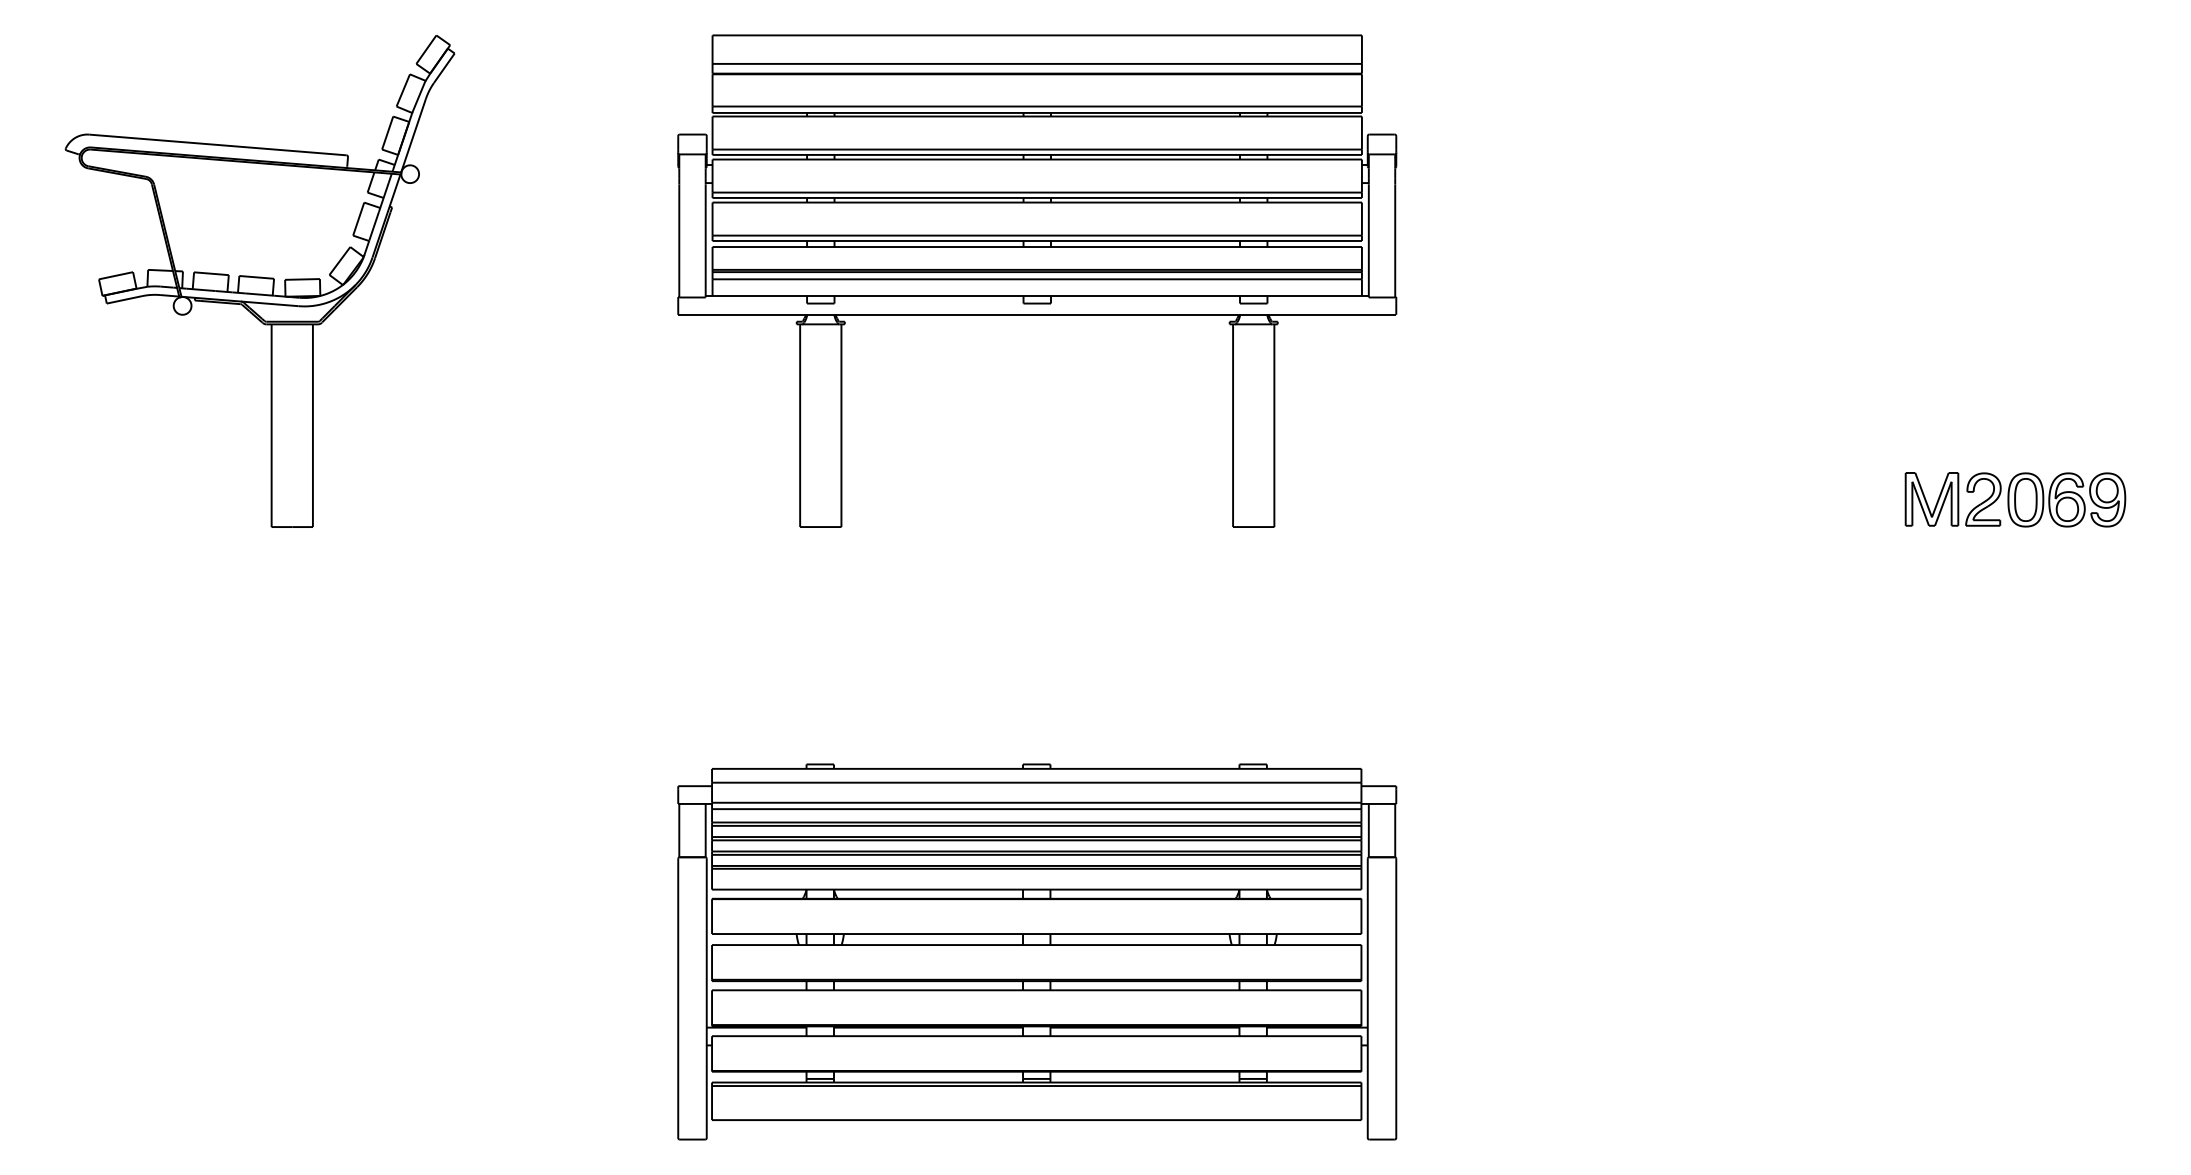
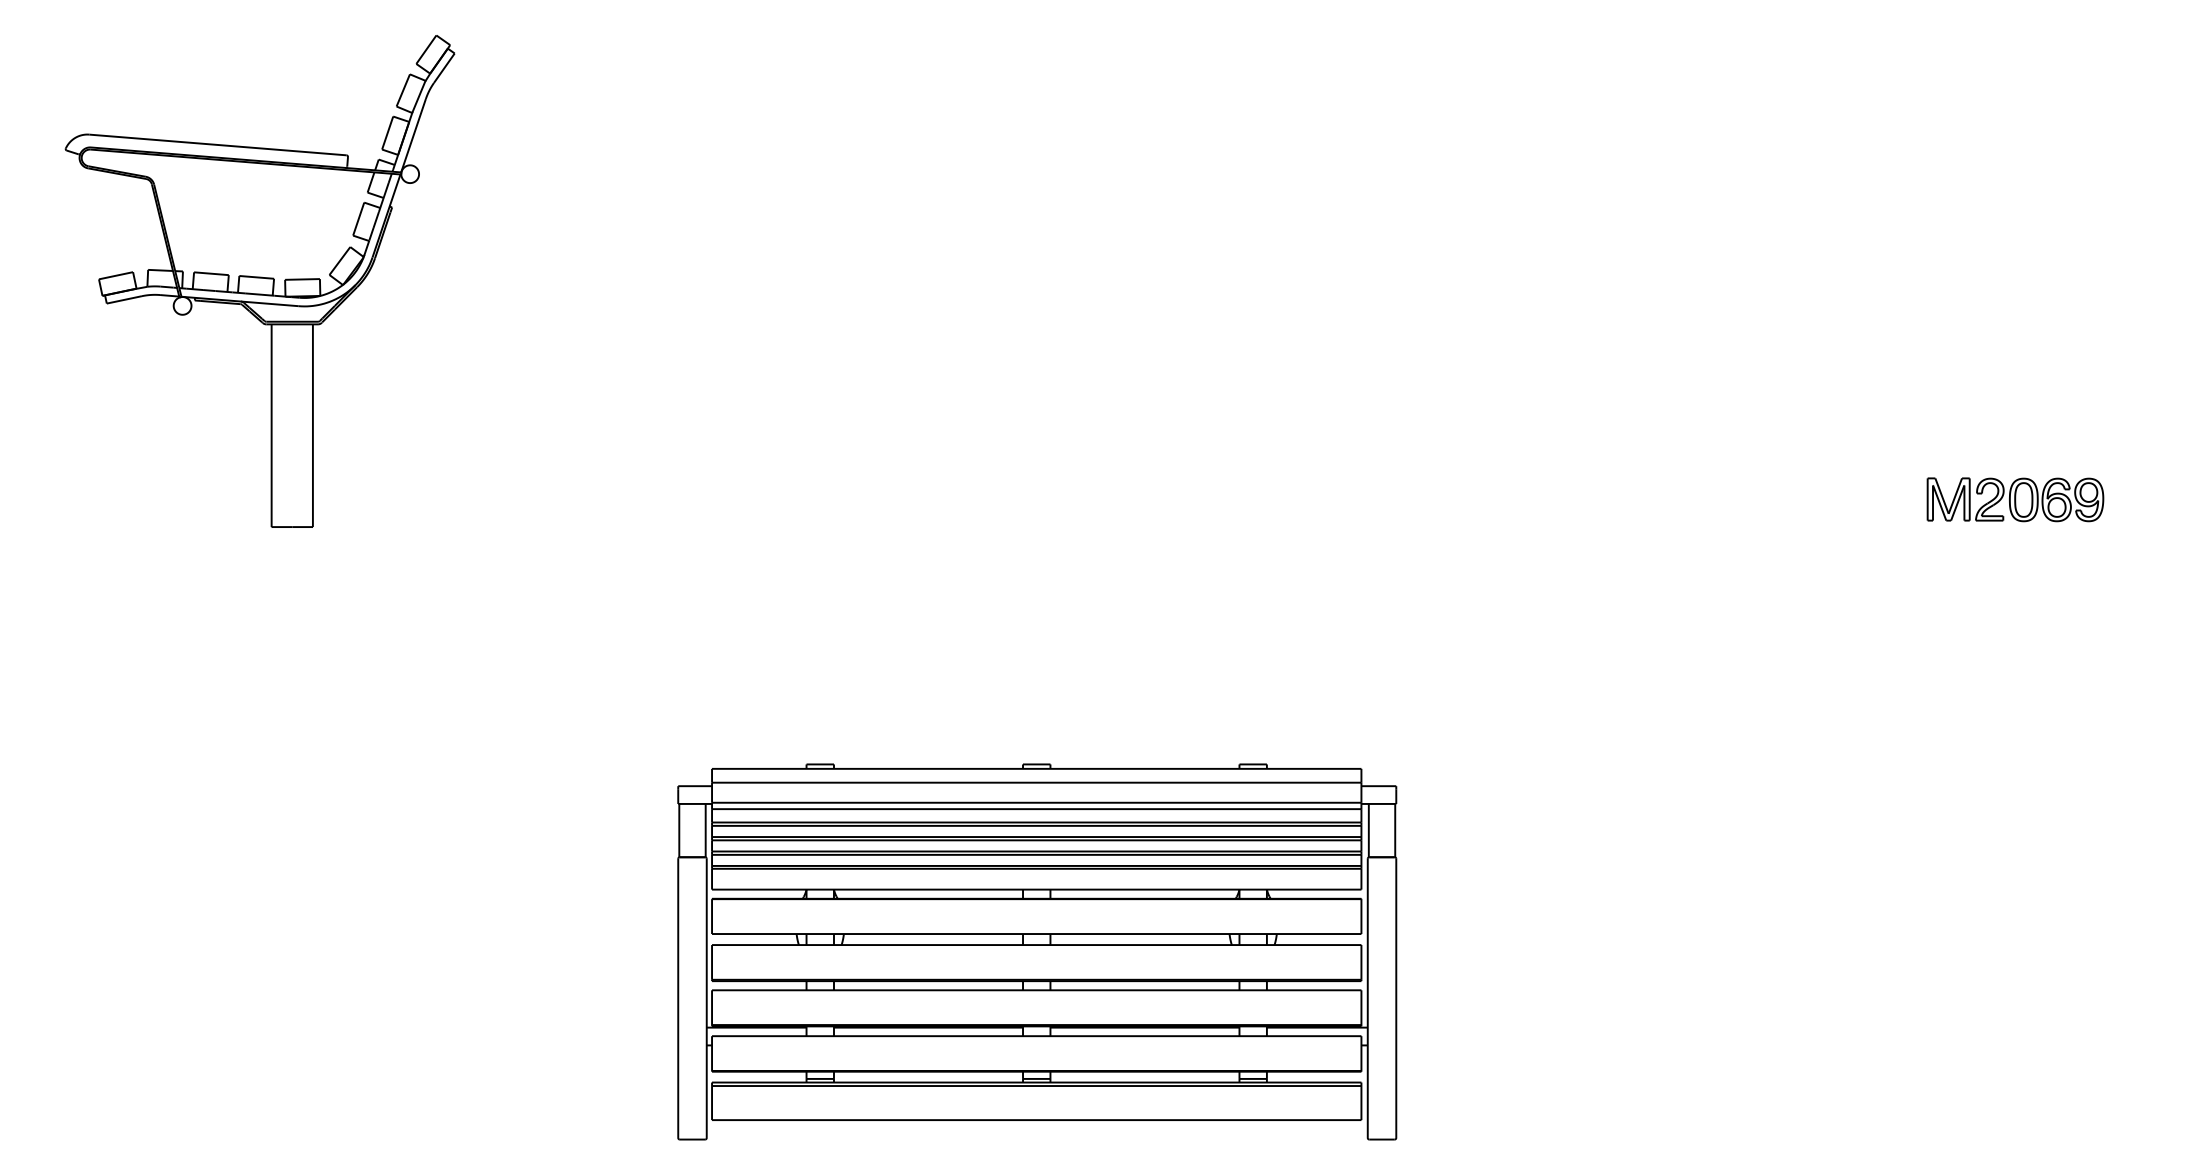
part at (1037, 280): present -> none
part at (2015, 499) size: 223x56 px -> 179x46 px
